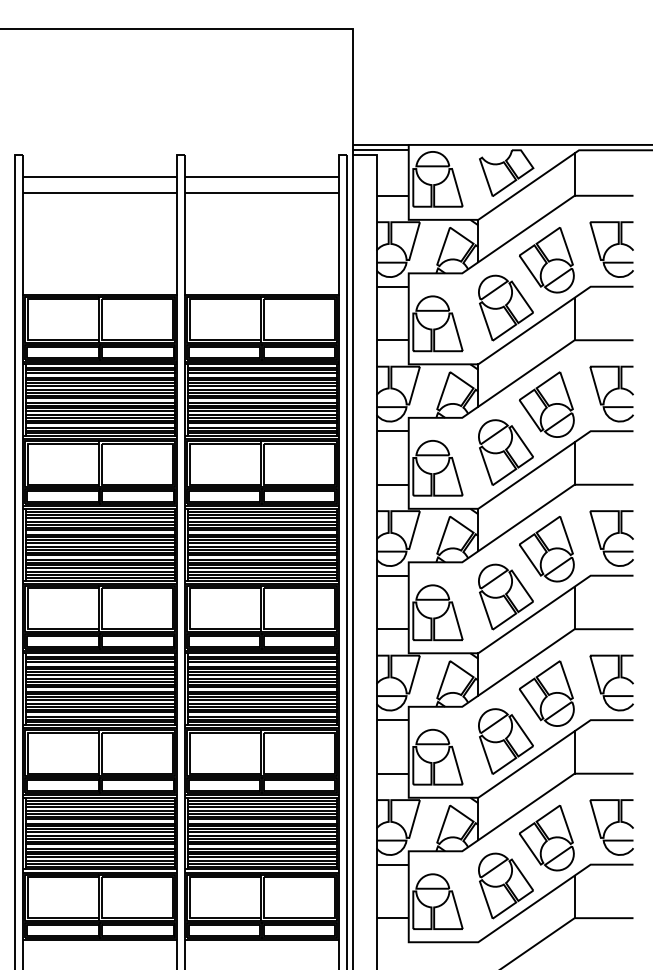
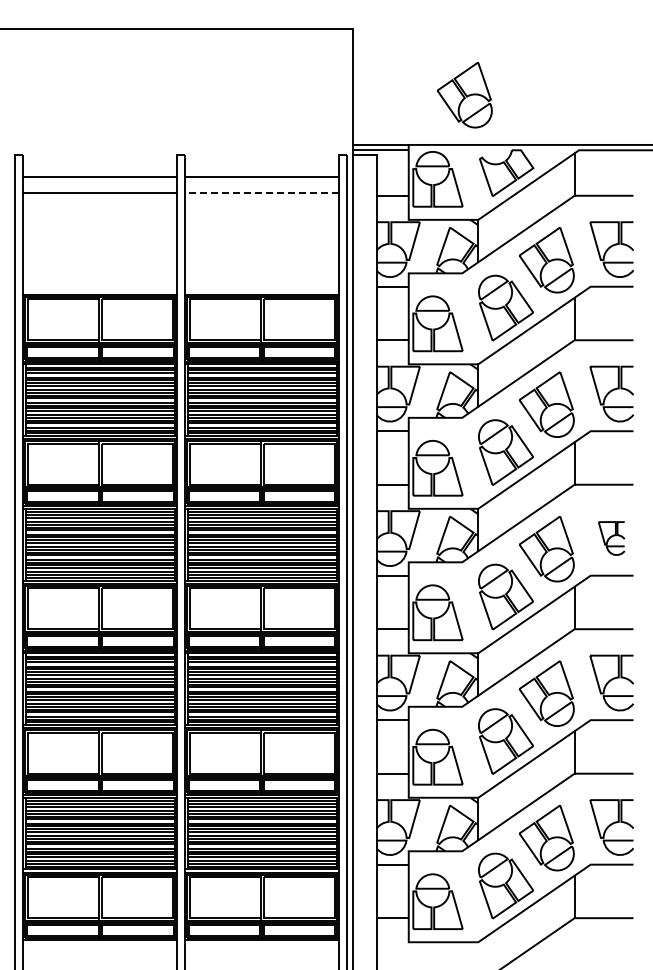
part at (464, 95): none -> present
line at (262, 192): solid -> dashed
part at (611, 538) size: 45x57 px -> 28x35 px
